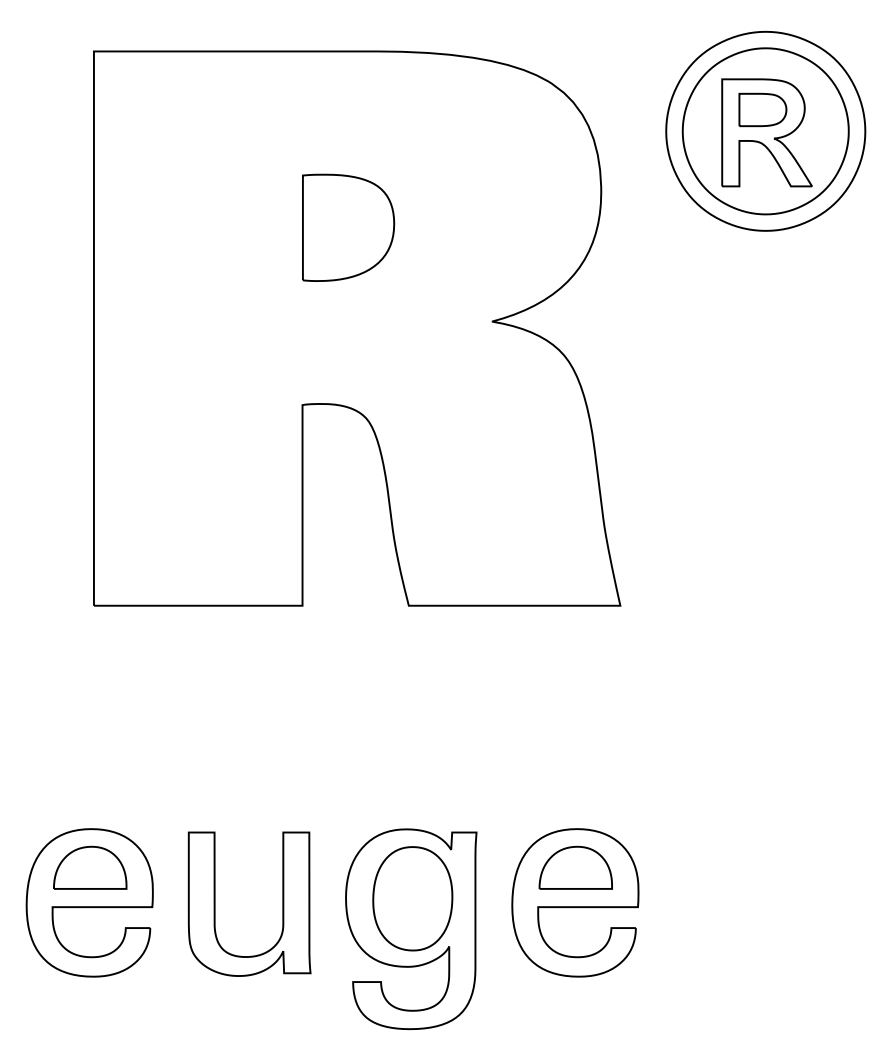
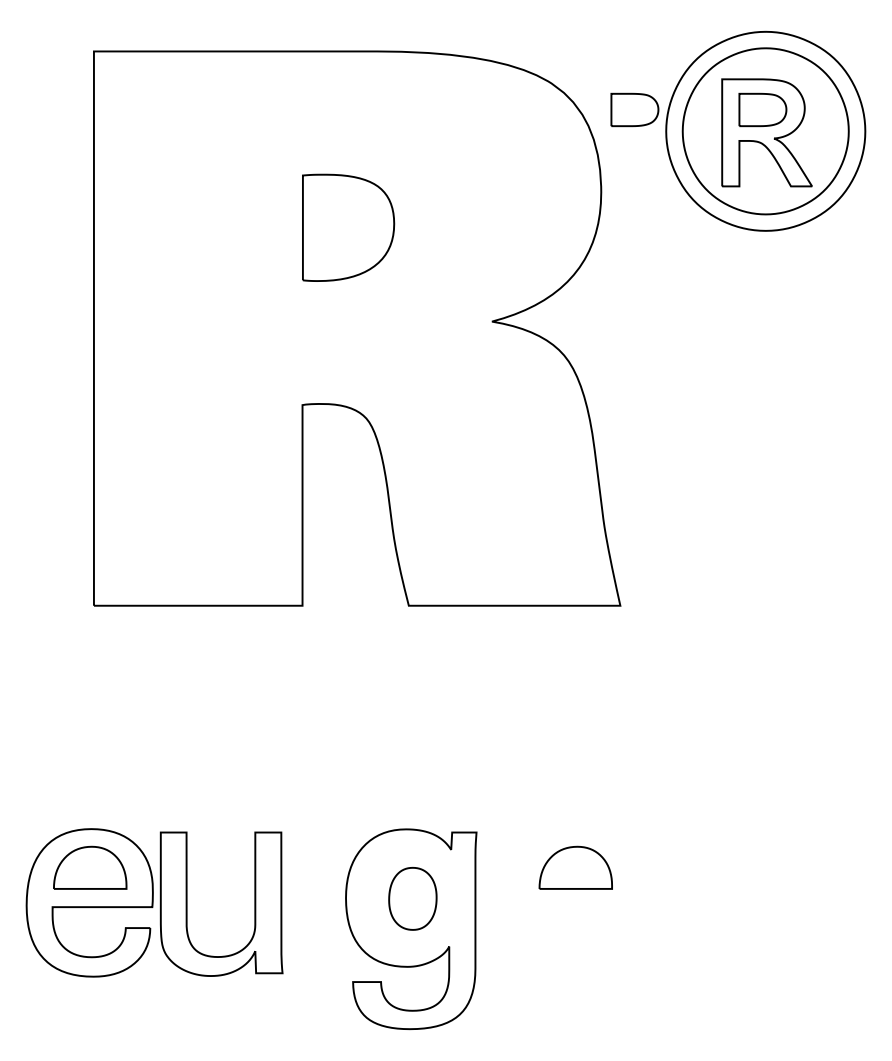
part at (634, 109): none -> present
part at (412, 898) size: 82x106 px -> 50x64 px
part at (575, 902): present -> none
part at (282, 903) position: (282, 903) -> (254, 903)
